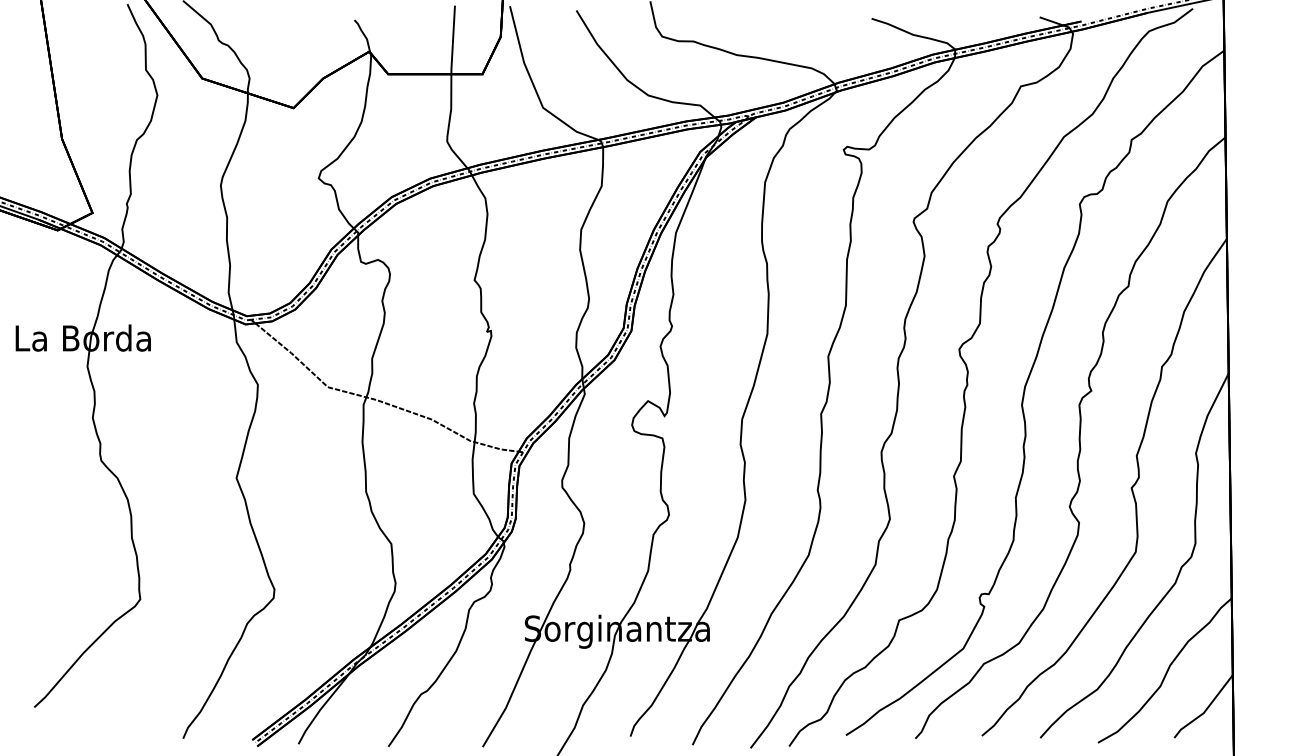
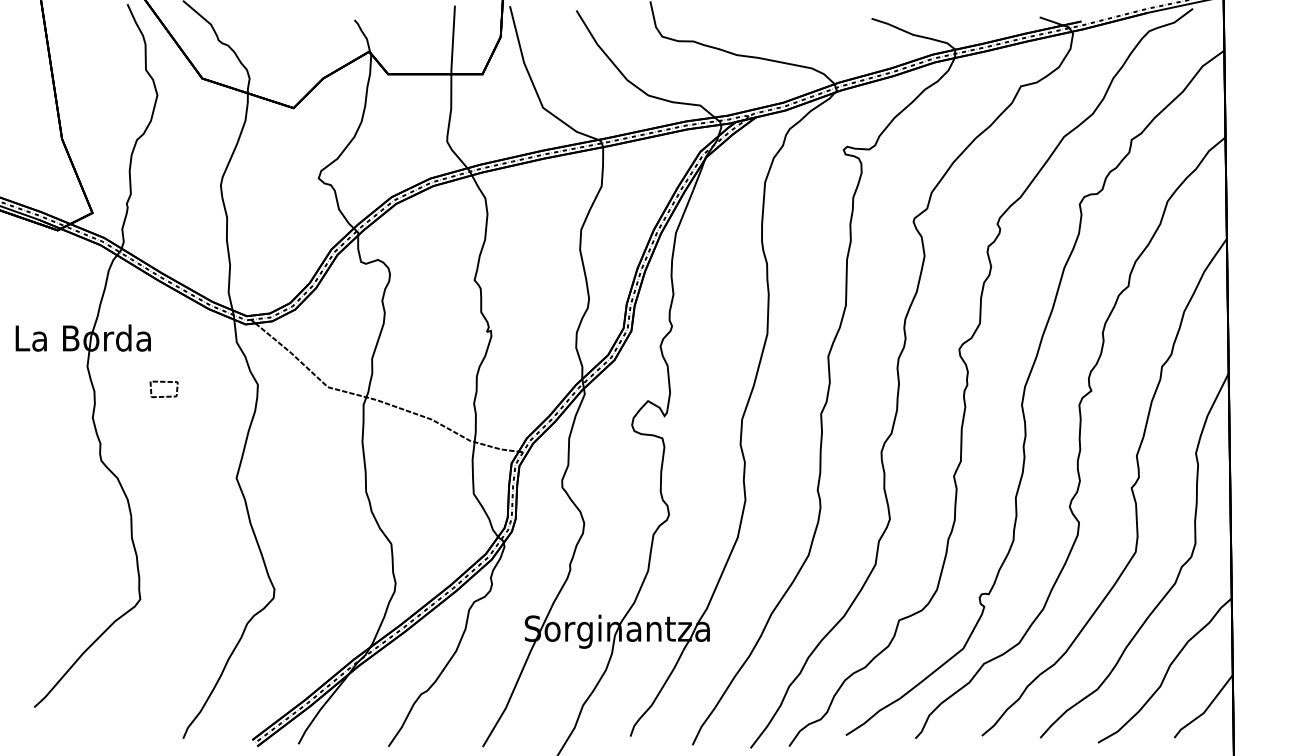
part at (166, 395): none -> present
